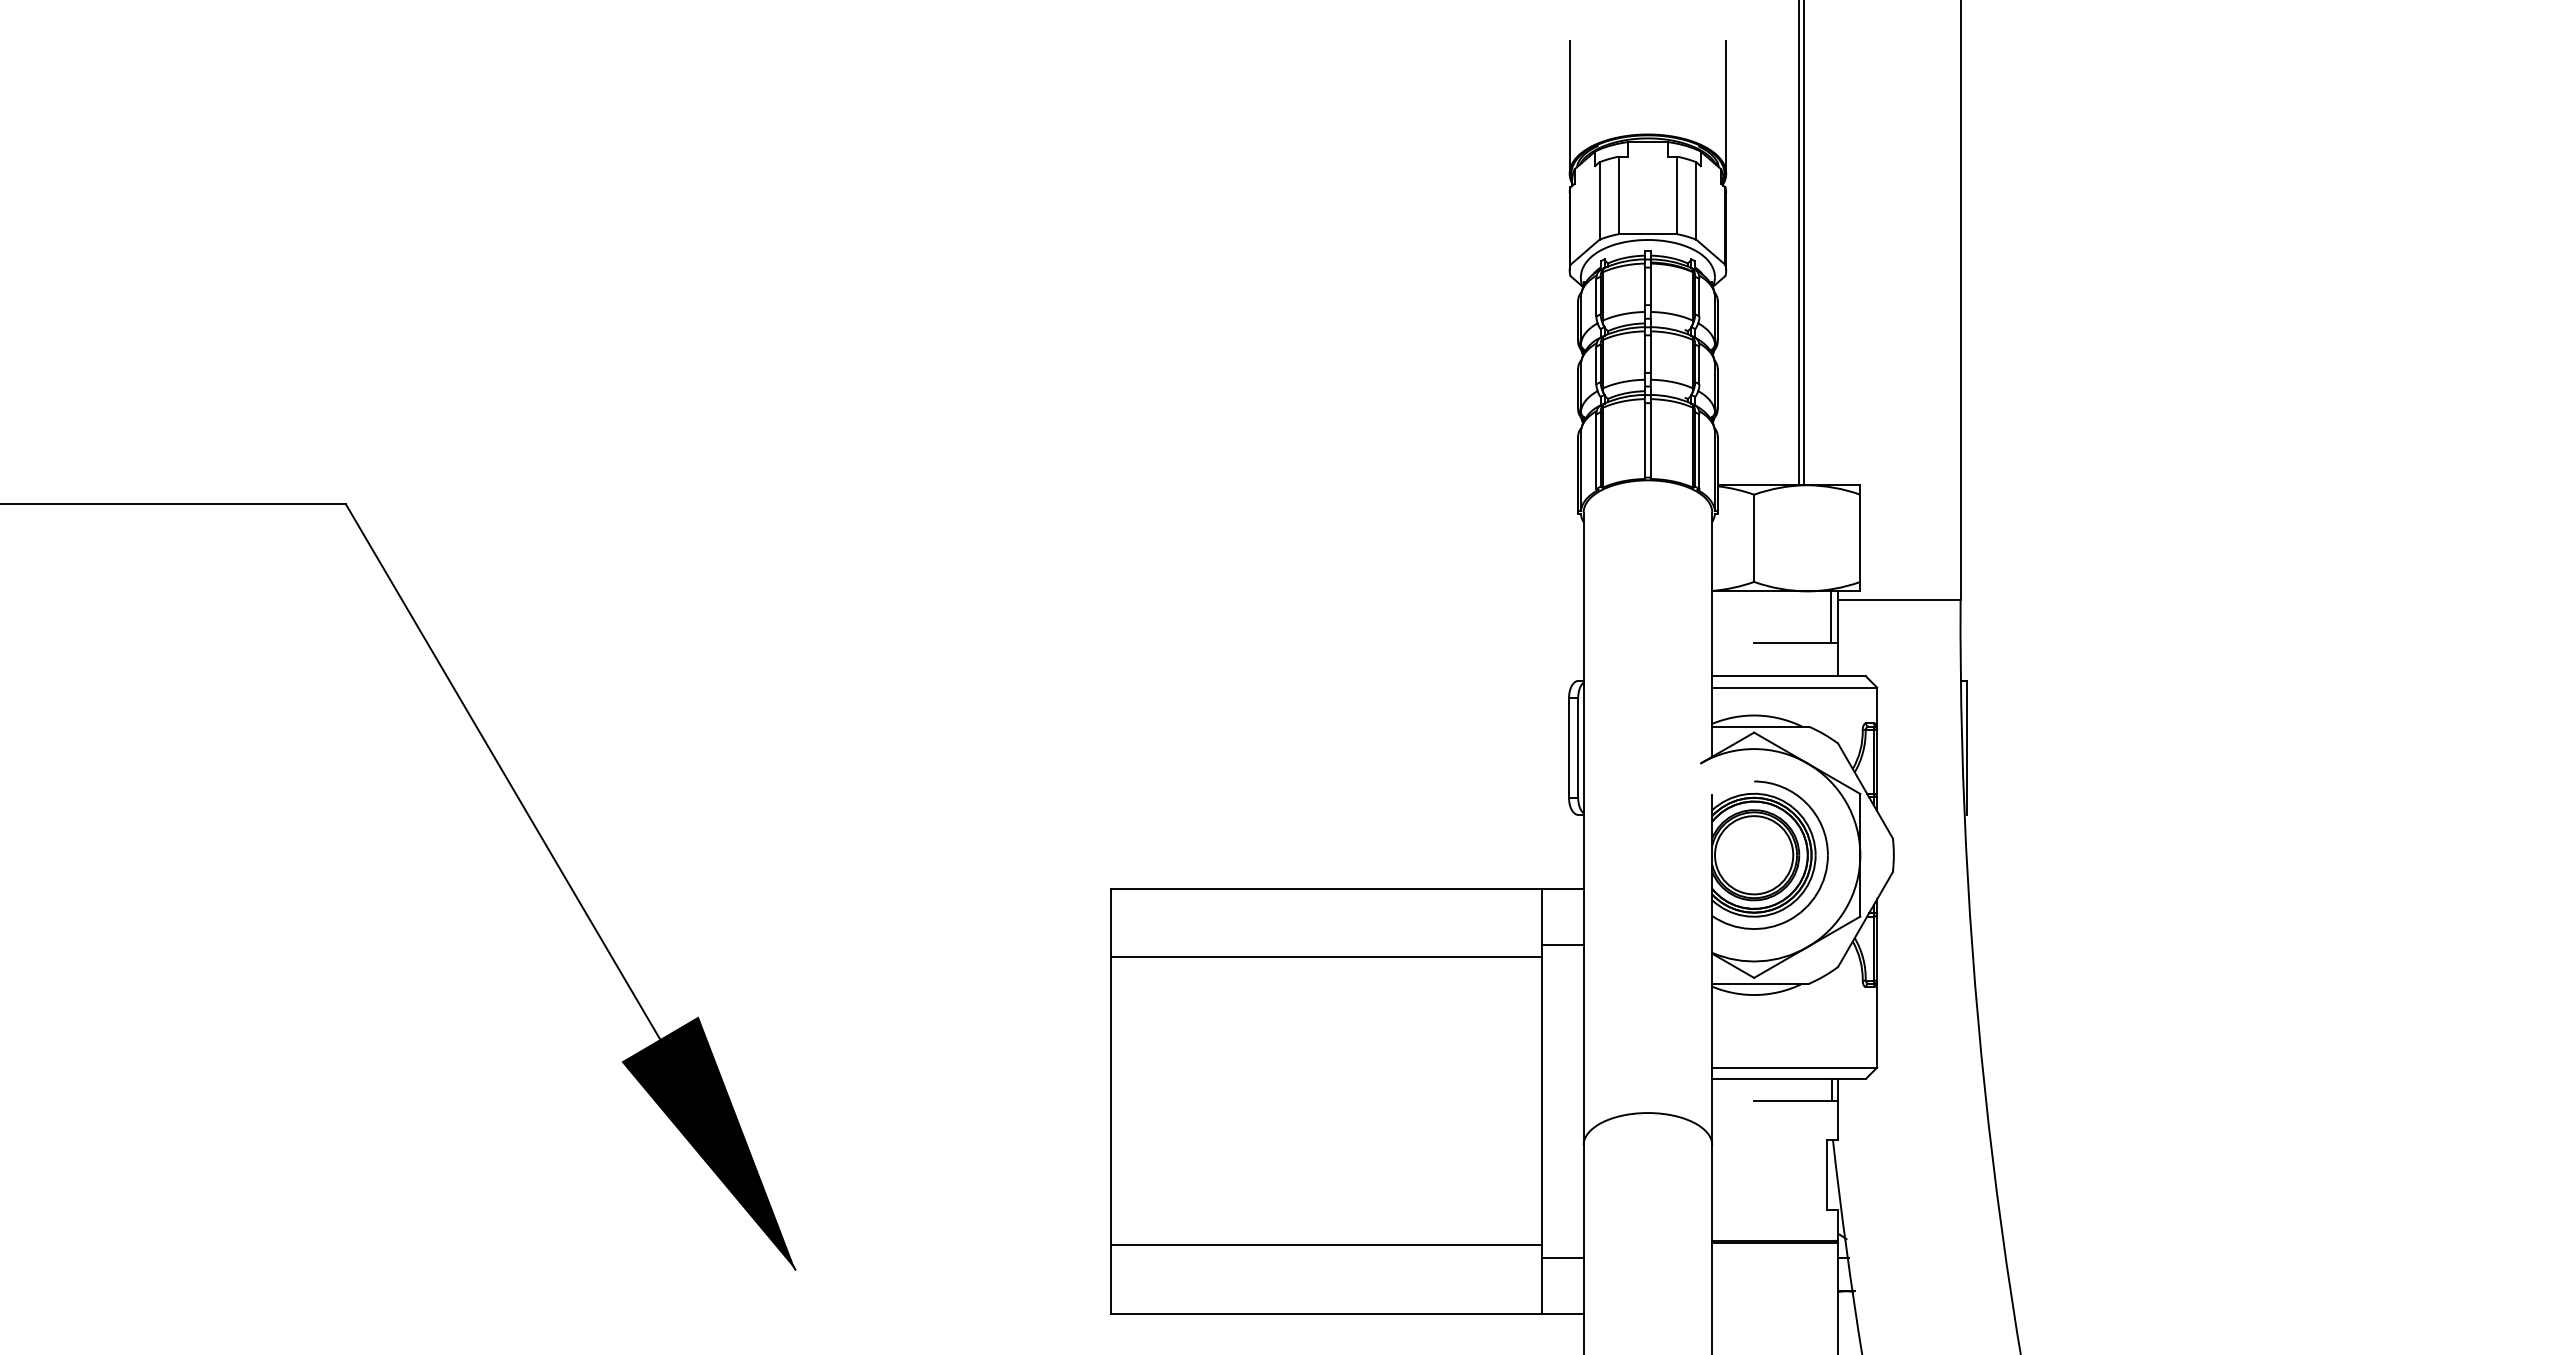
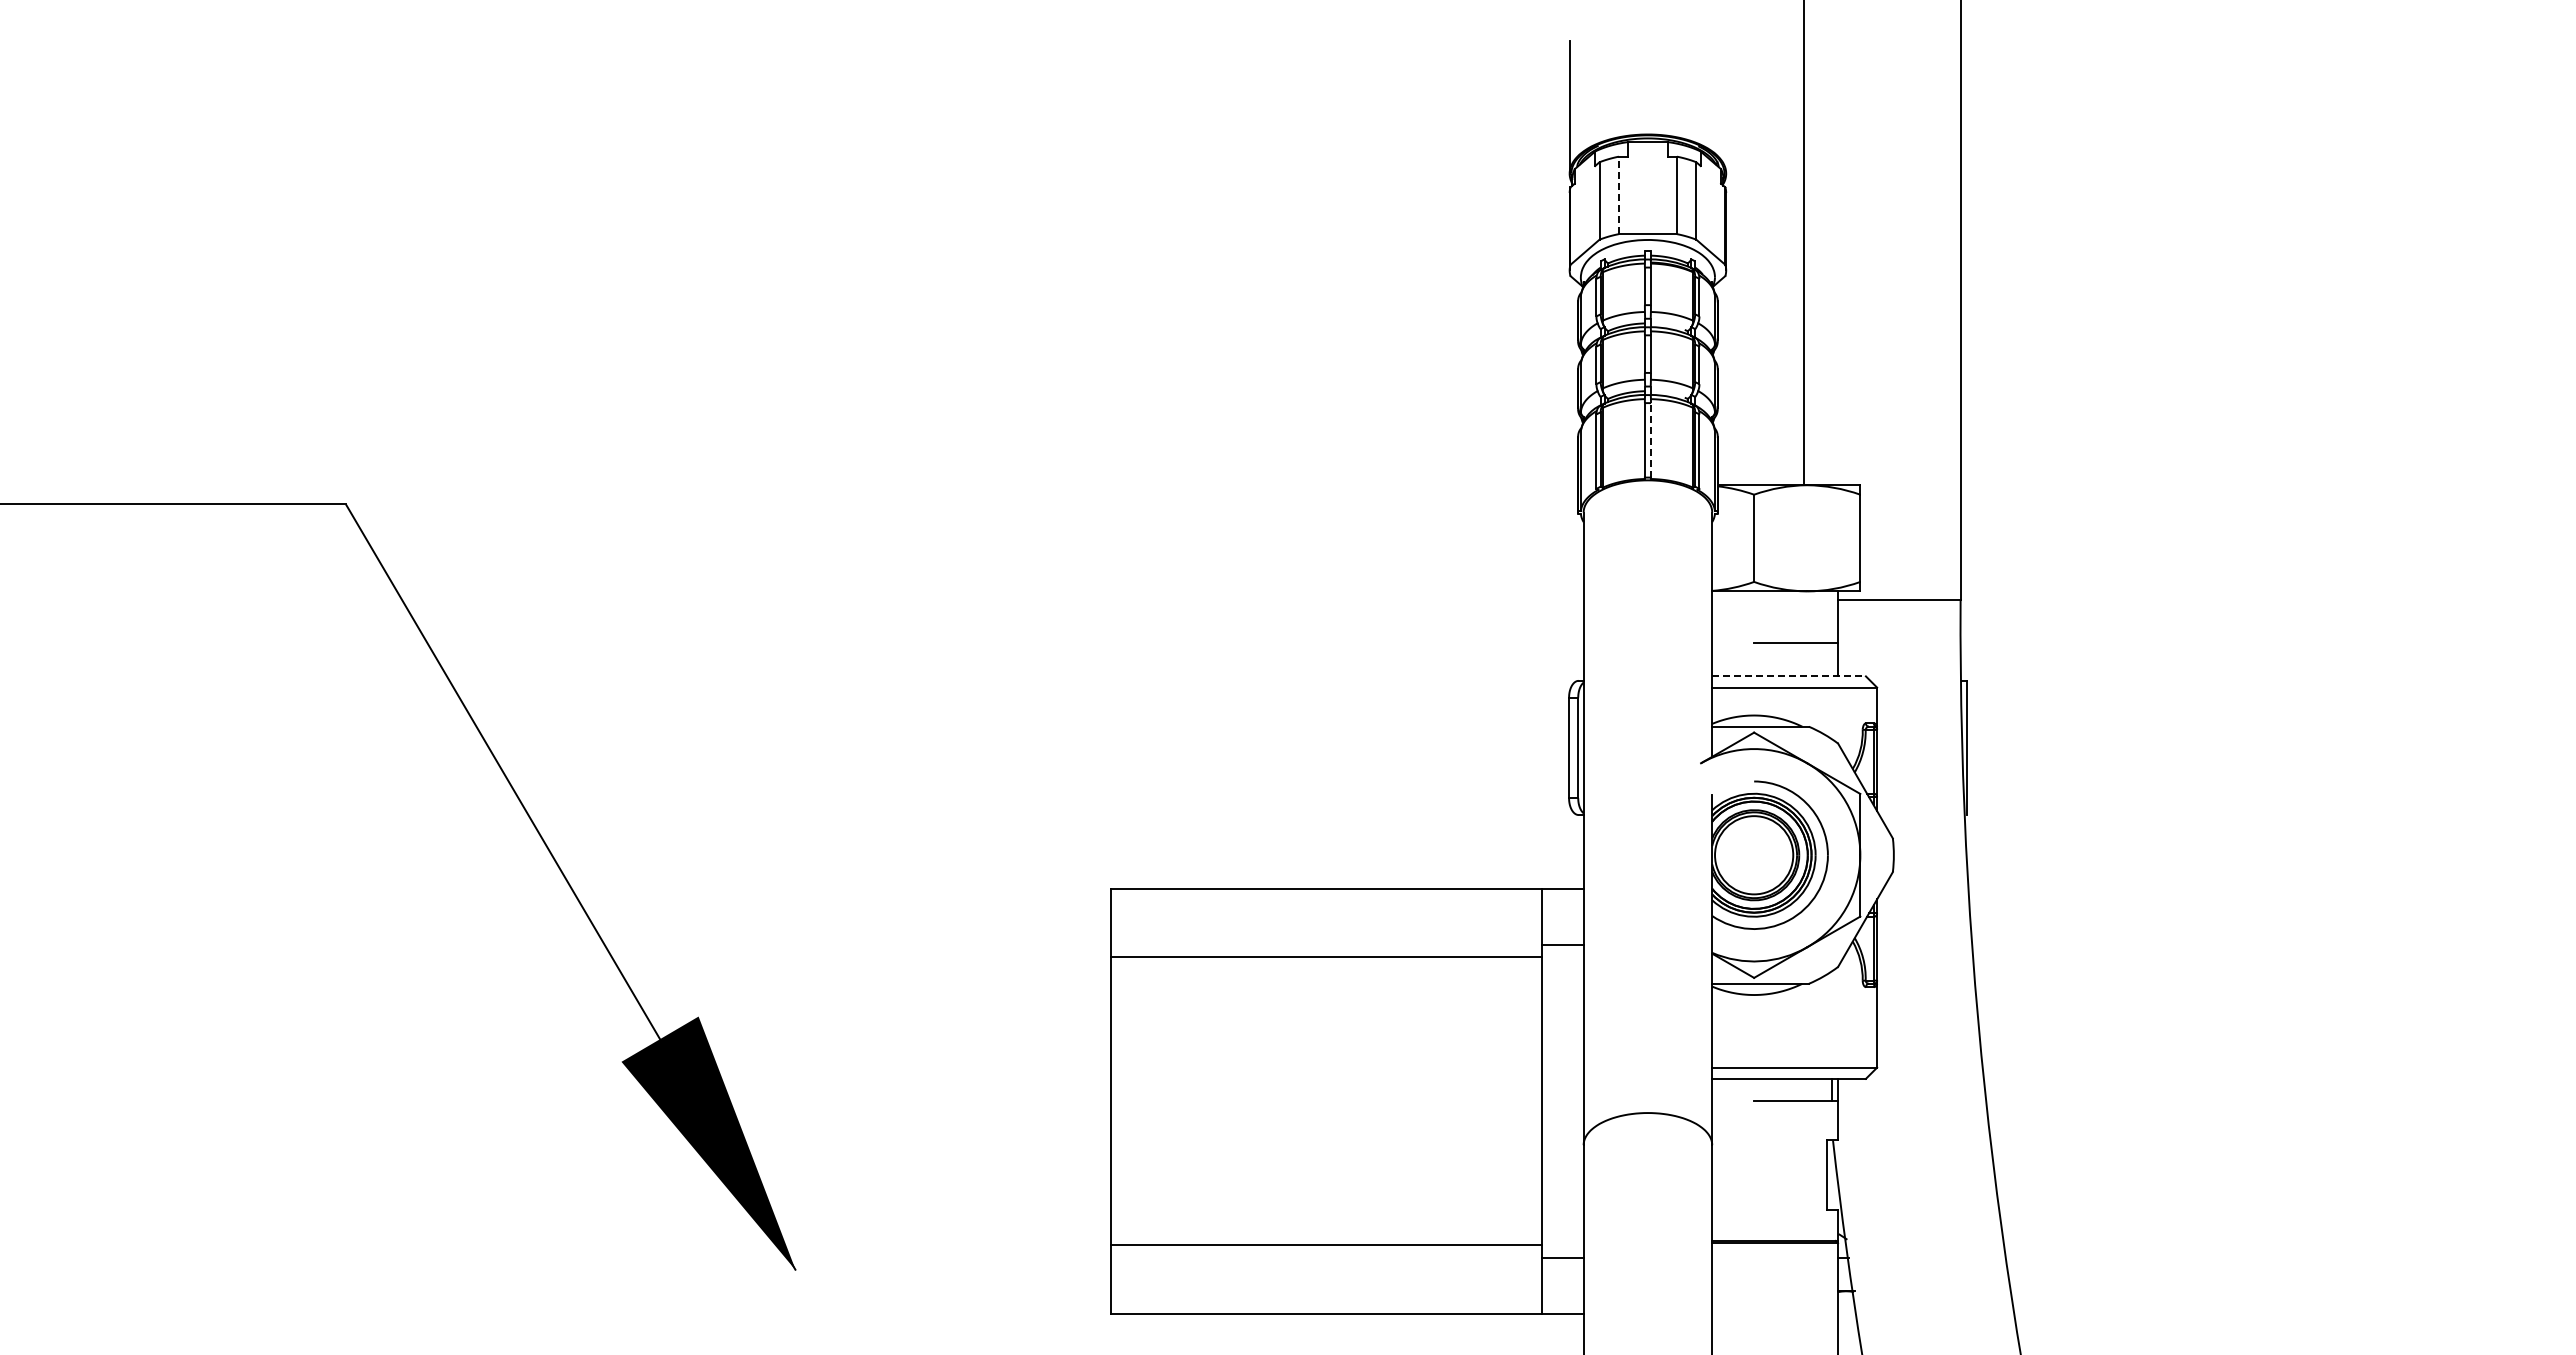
line at (1726, 106): present -> none
line at (1618, 195): solid -> dashed
line at (1798, 243): present -> none
line at (1650, 439): solid -> dashed
line at (1830, 616): present -> none
line at (1789, 676): solid -> dashed
